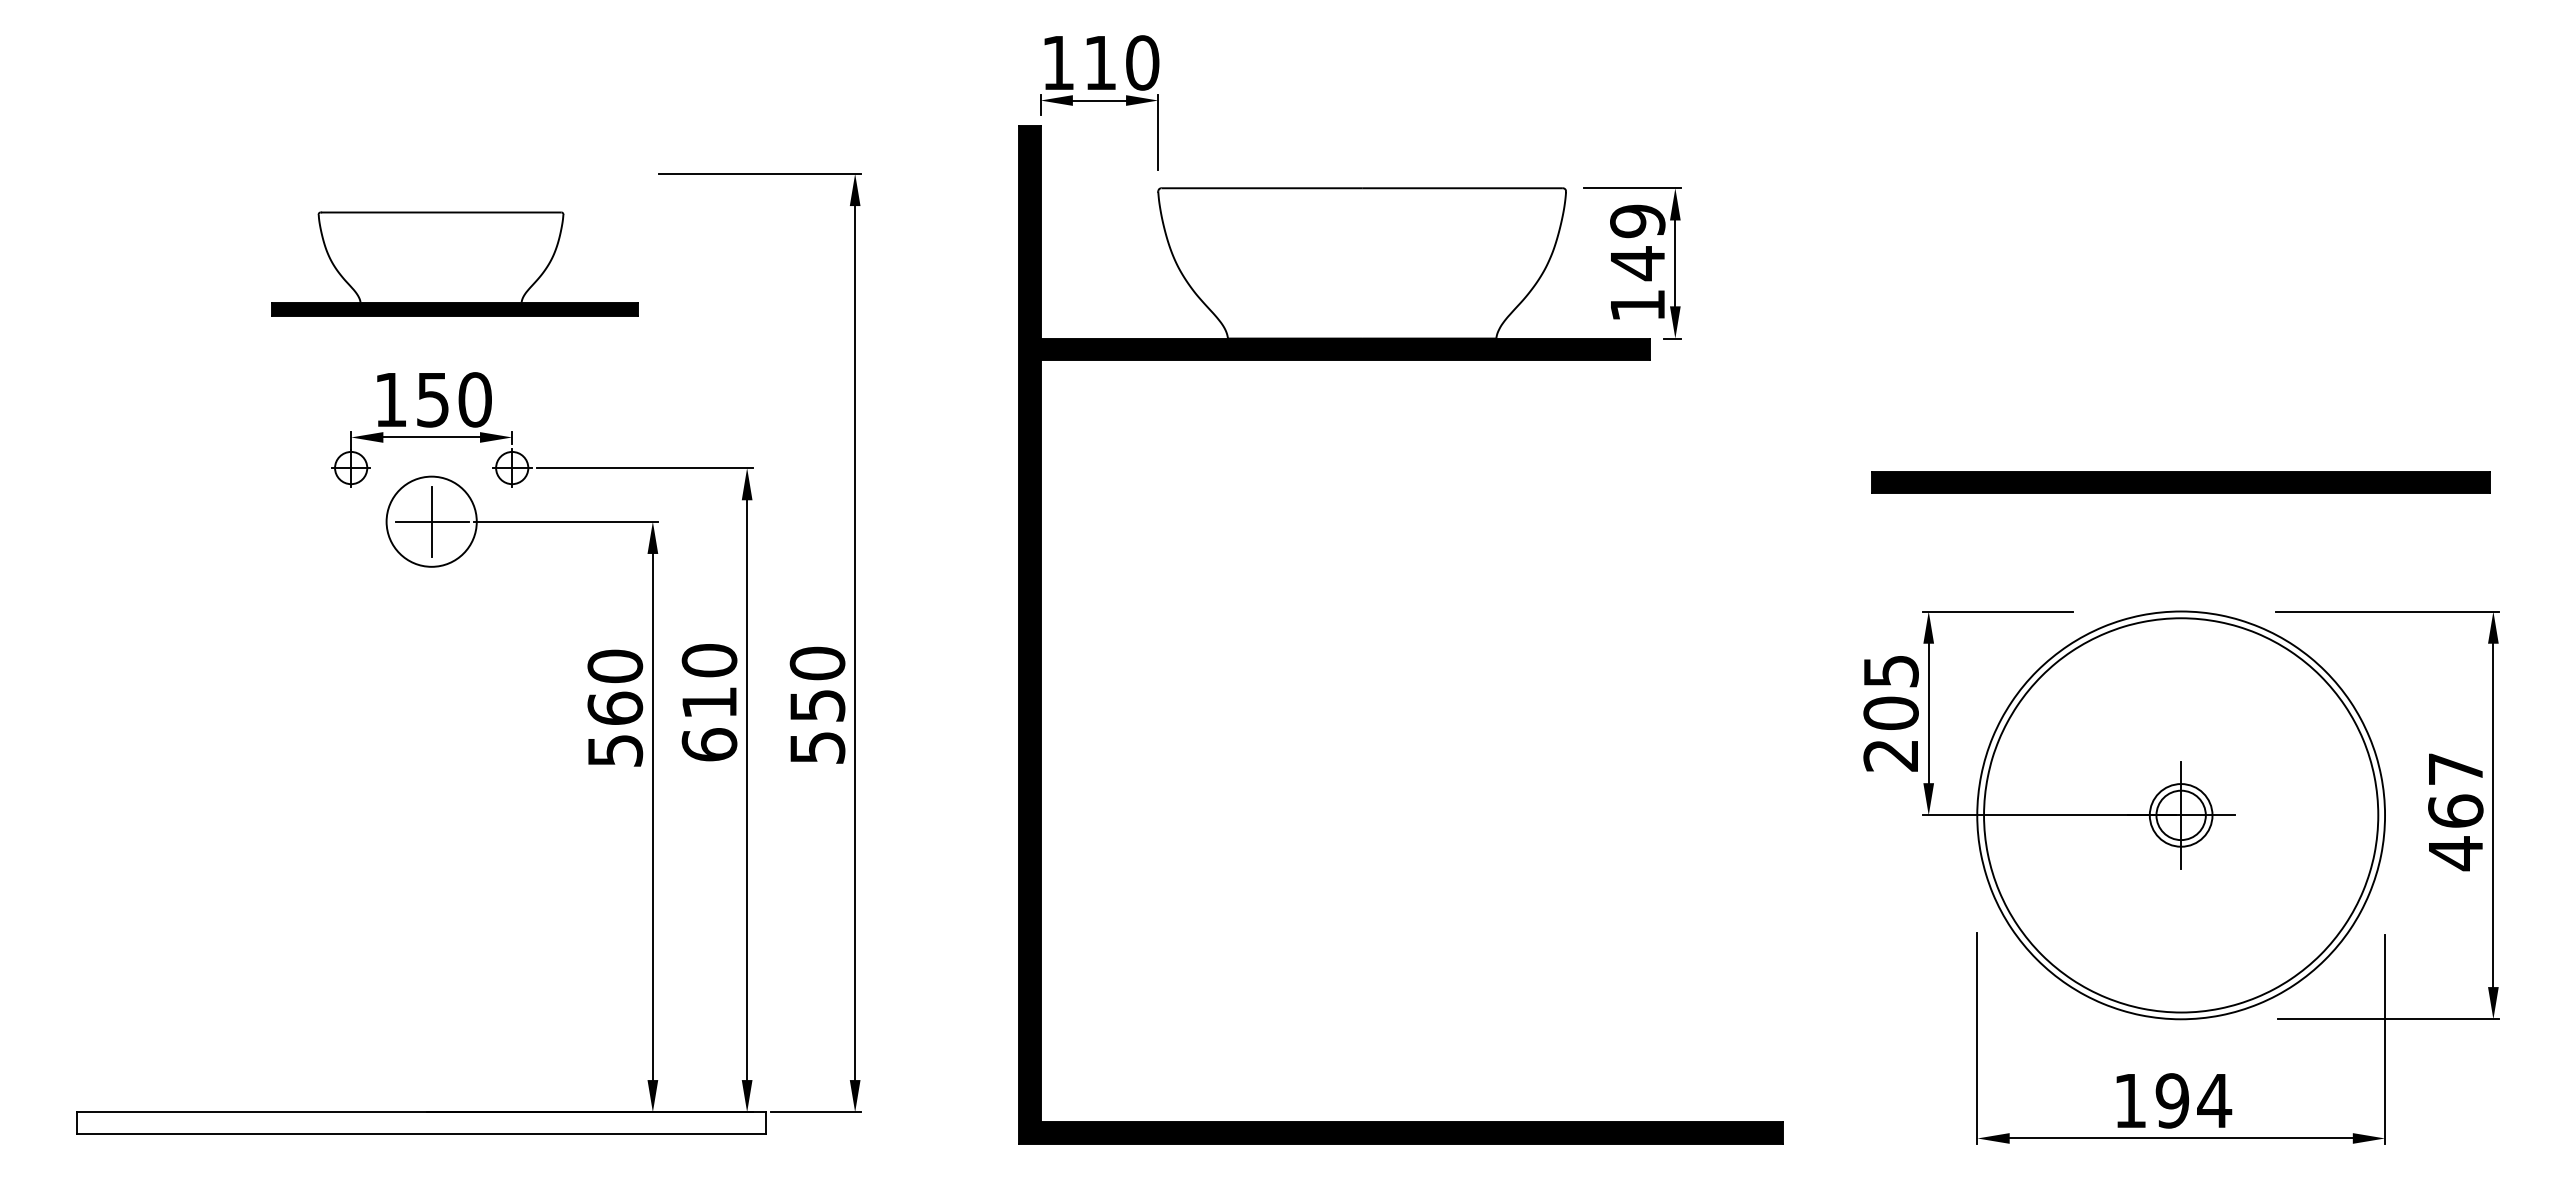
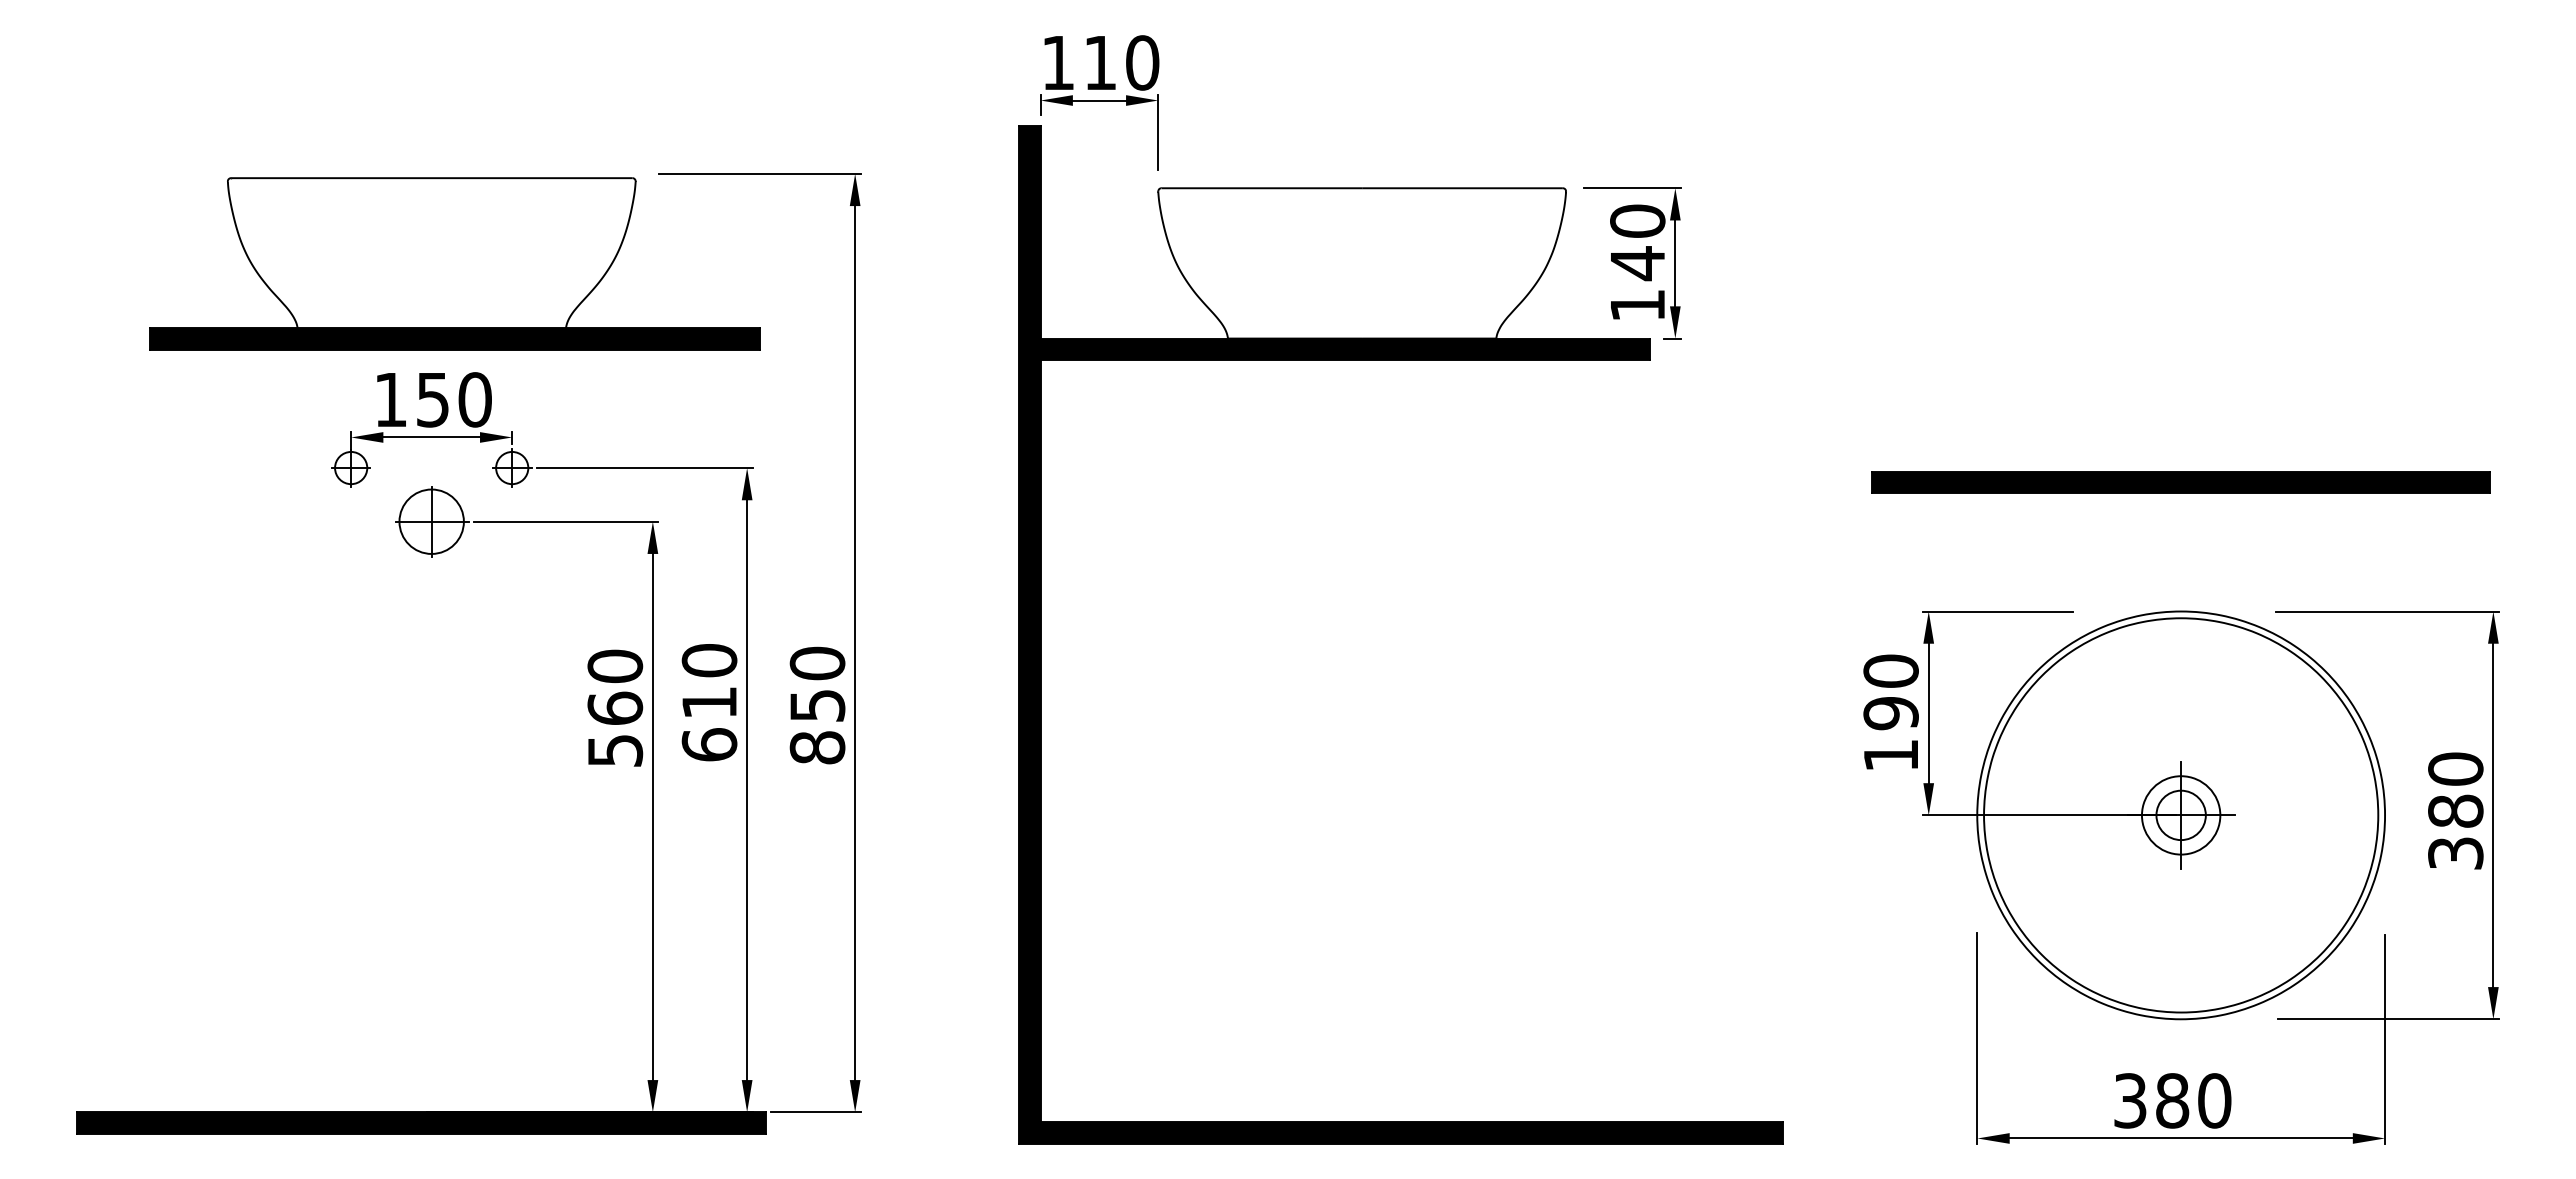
text at (1637, 221): 149 -> 140
part at (454, 263) size: 368x106 px -> 612x174 px
circle at (431, 521) diameter: 90 px -> 64 px
text at (1890, 712): 205 -> 190
text at (817, 747): 550 -> 850
text at (2455, 811): 467 -> 380
circle at (2180, 815) diameter: 63 px -> 78 px
text at (2173, 1100): 194 -> 380
fill at (421, 1122): none -> present
